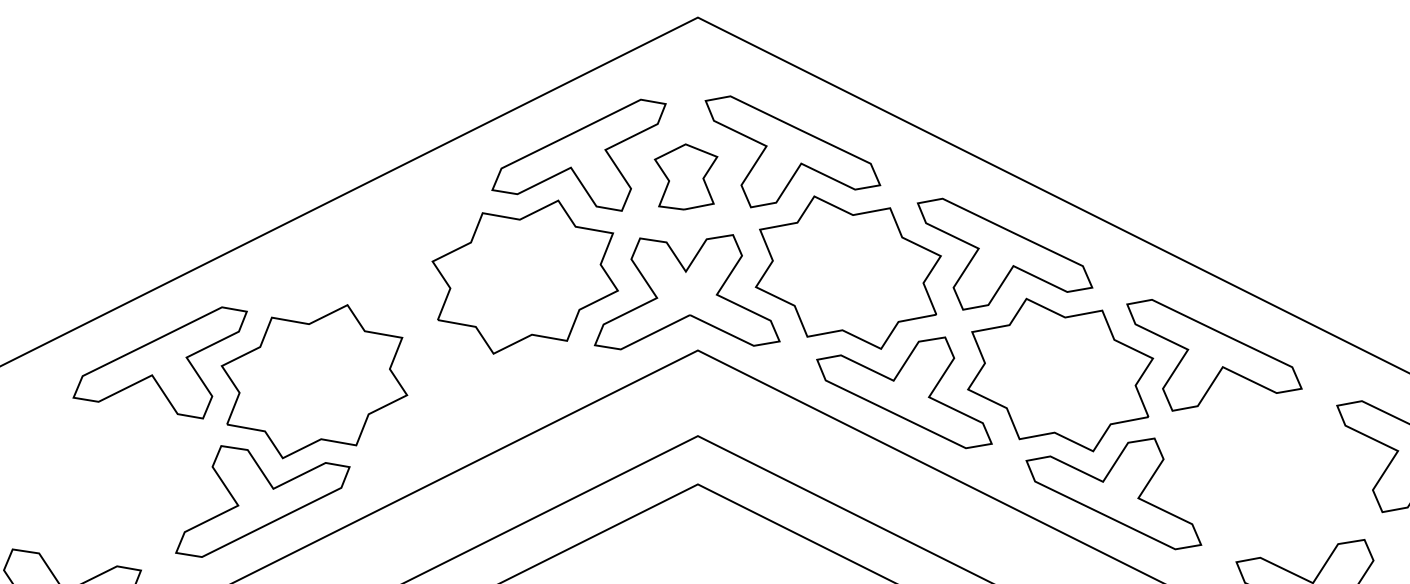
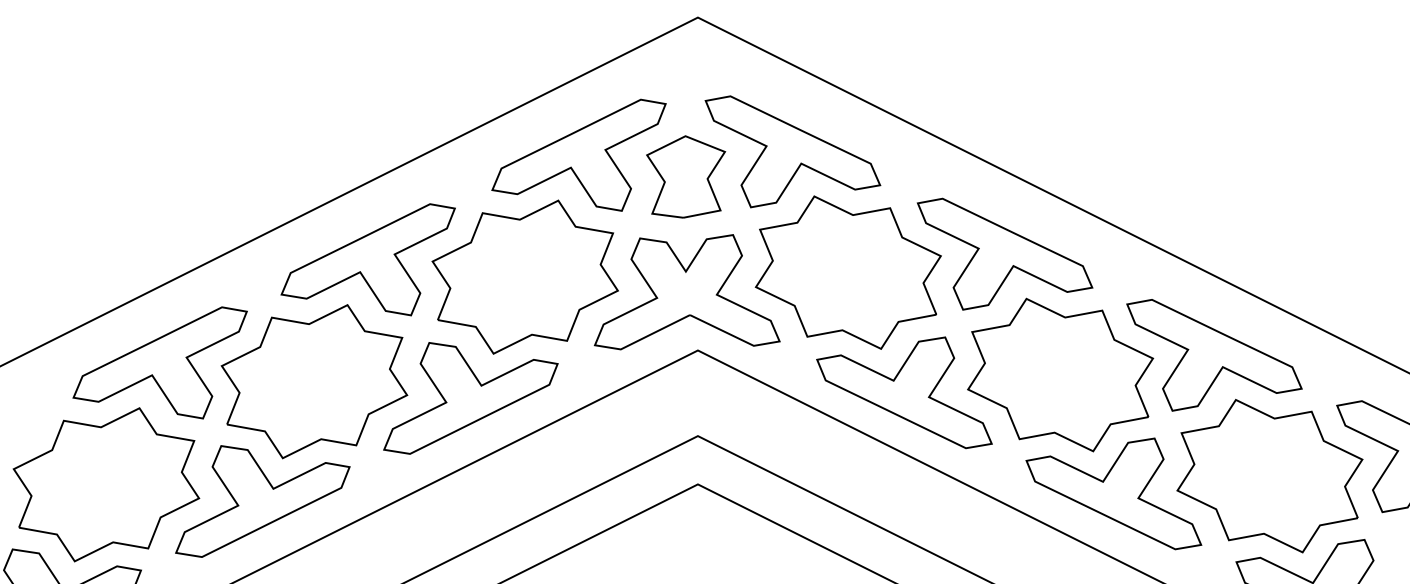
part at (685, 176) size: 66x68 px -> 81x84 px
part at (367, 259): none -> present
part at (470, 398): none -> present
part at (1269, 475): none -> present
part at (106, 484): none -> present
